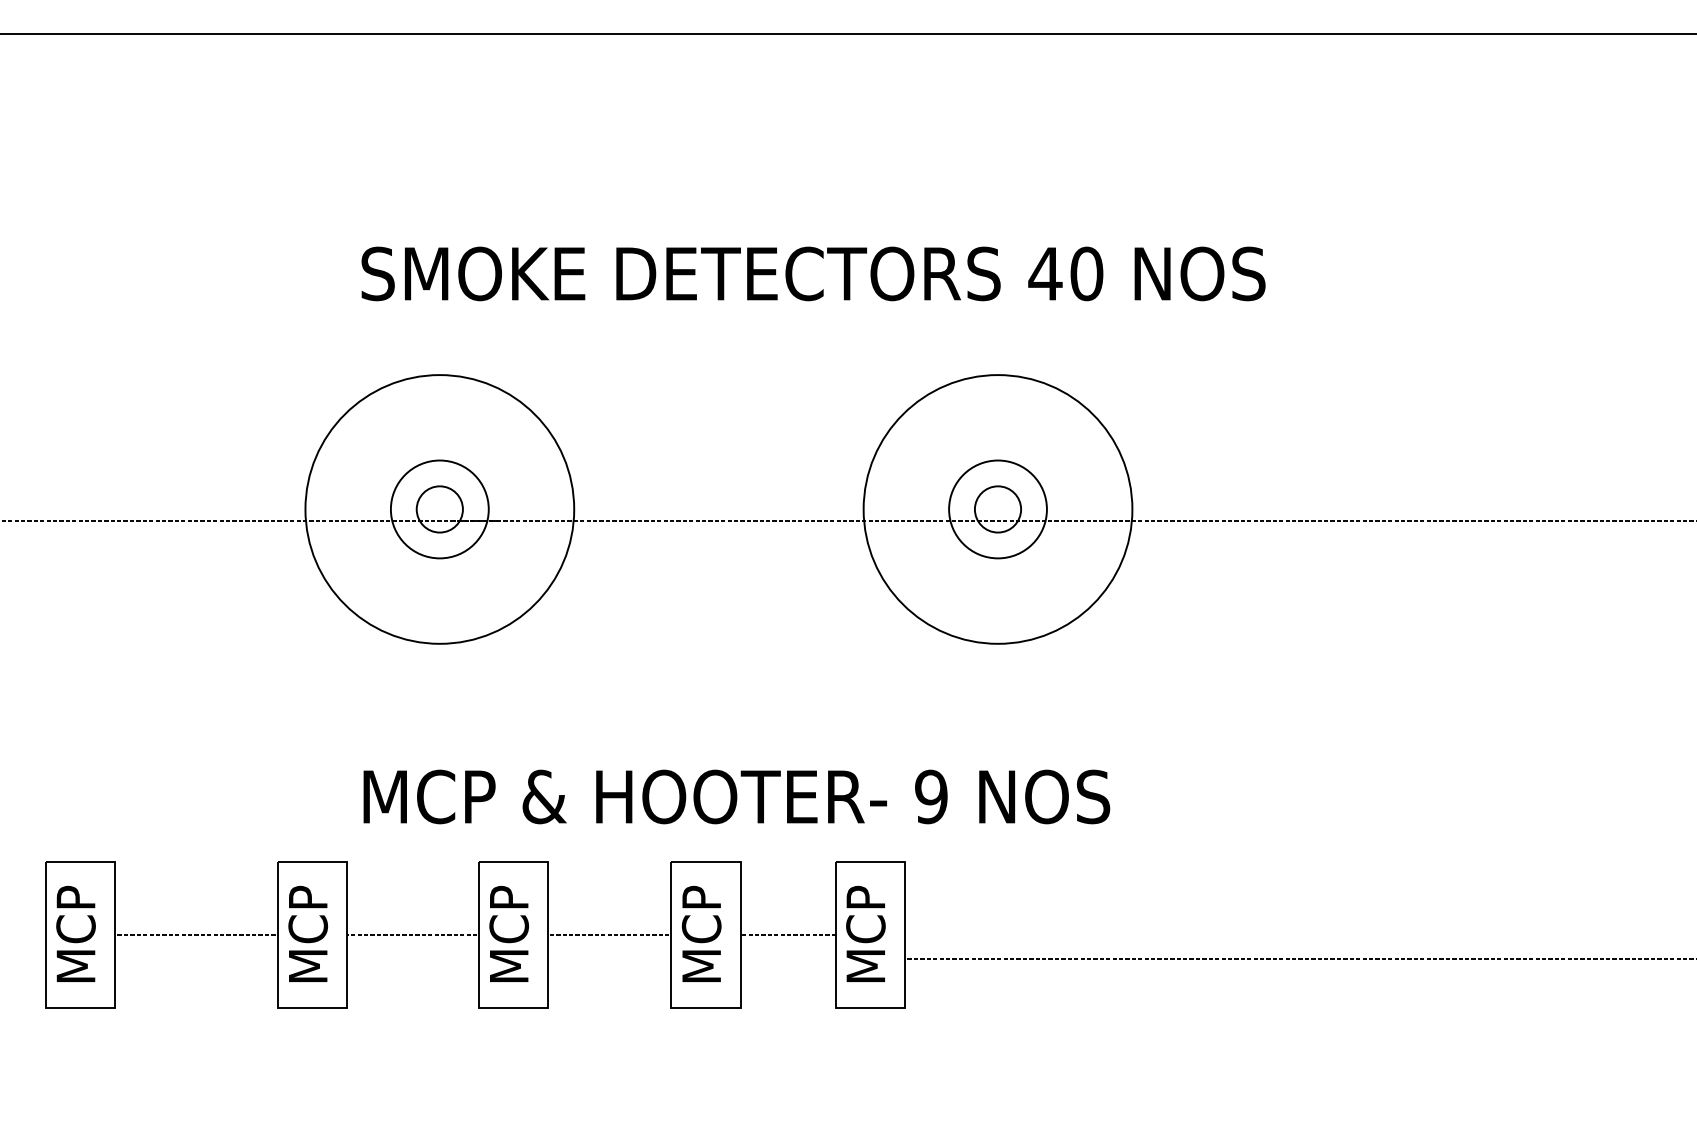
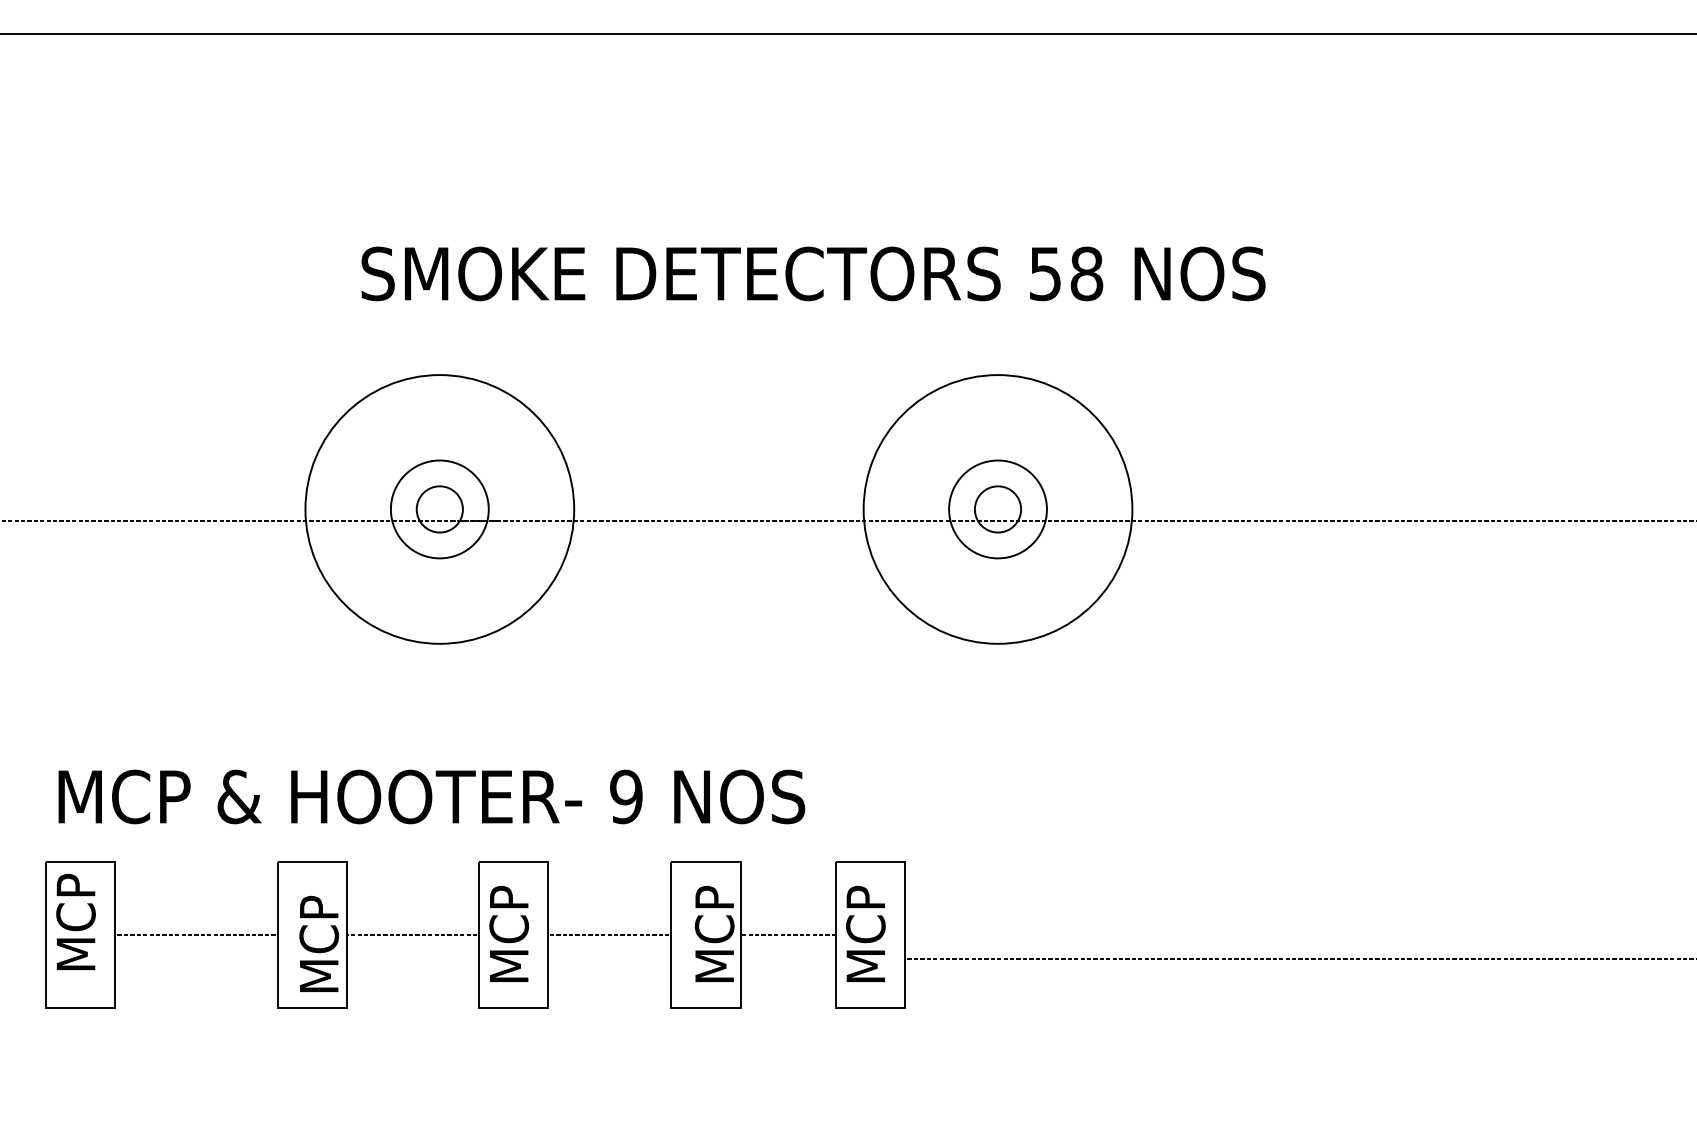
text at (1065, 274): 40 -> 58
text at (736, 796) position: (736, 796) -> (431, 796)
text at (75, 933) position: (75, 933) -> (75, 921)
text at (308, 933) position: (308, 933) -> (319, 943)
text at (701, 933) position: (701, 933) -> (714, 933)
